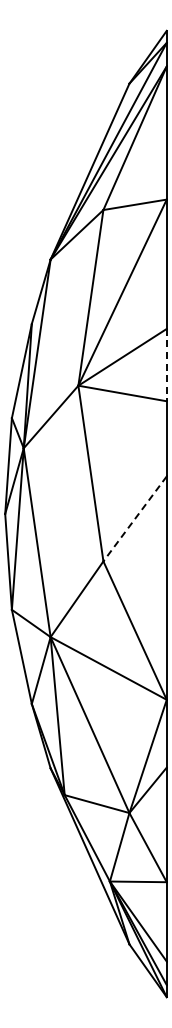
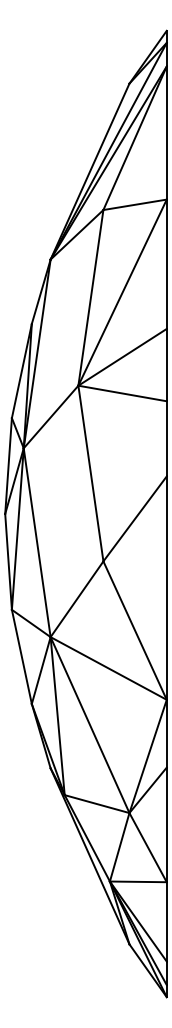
line at (166, 365): dashed -> solid
line at (134, 519): dashed -> solid
